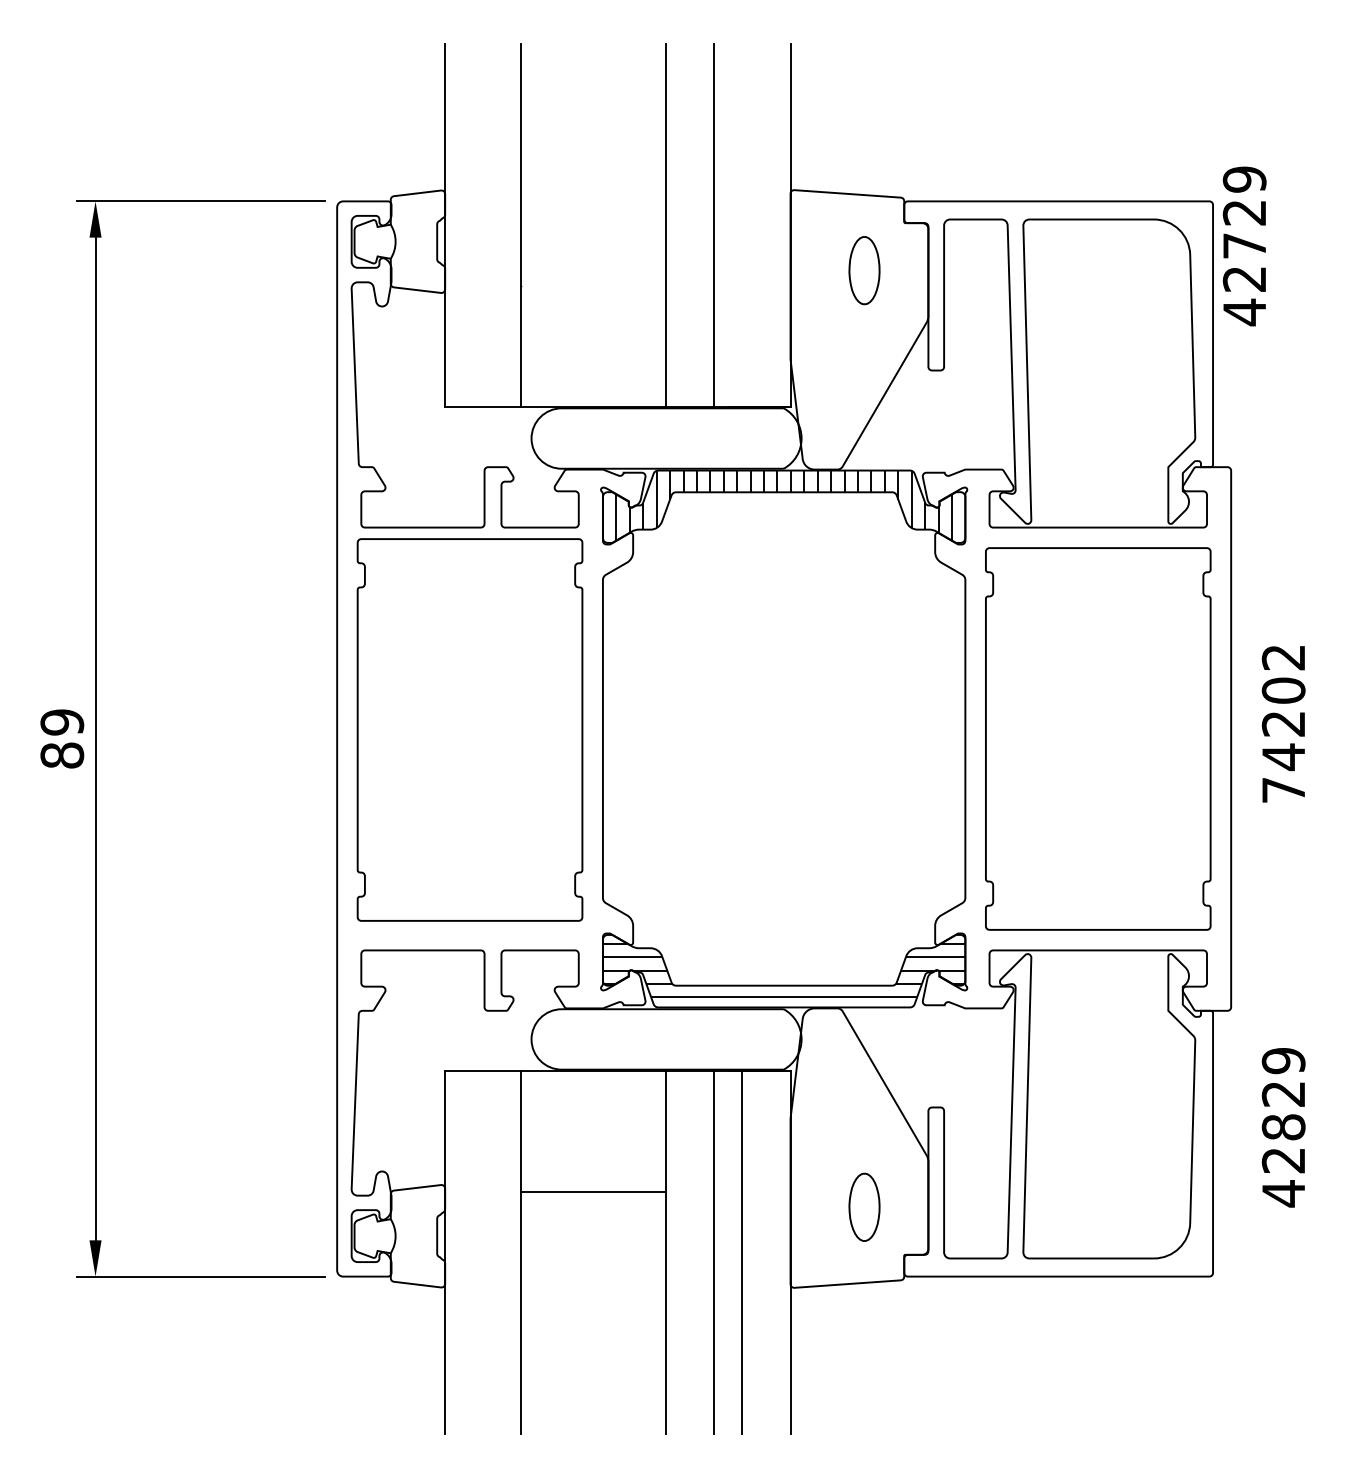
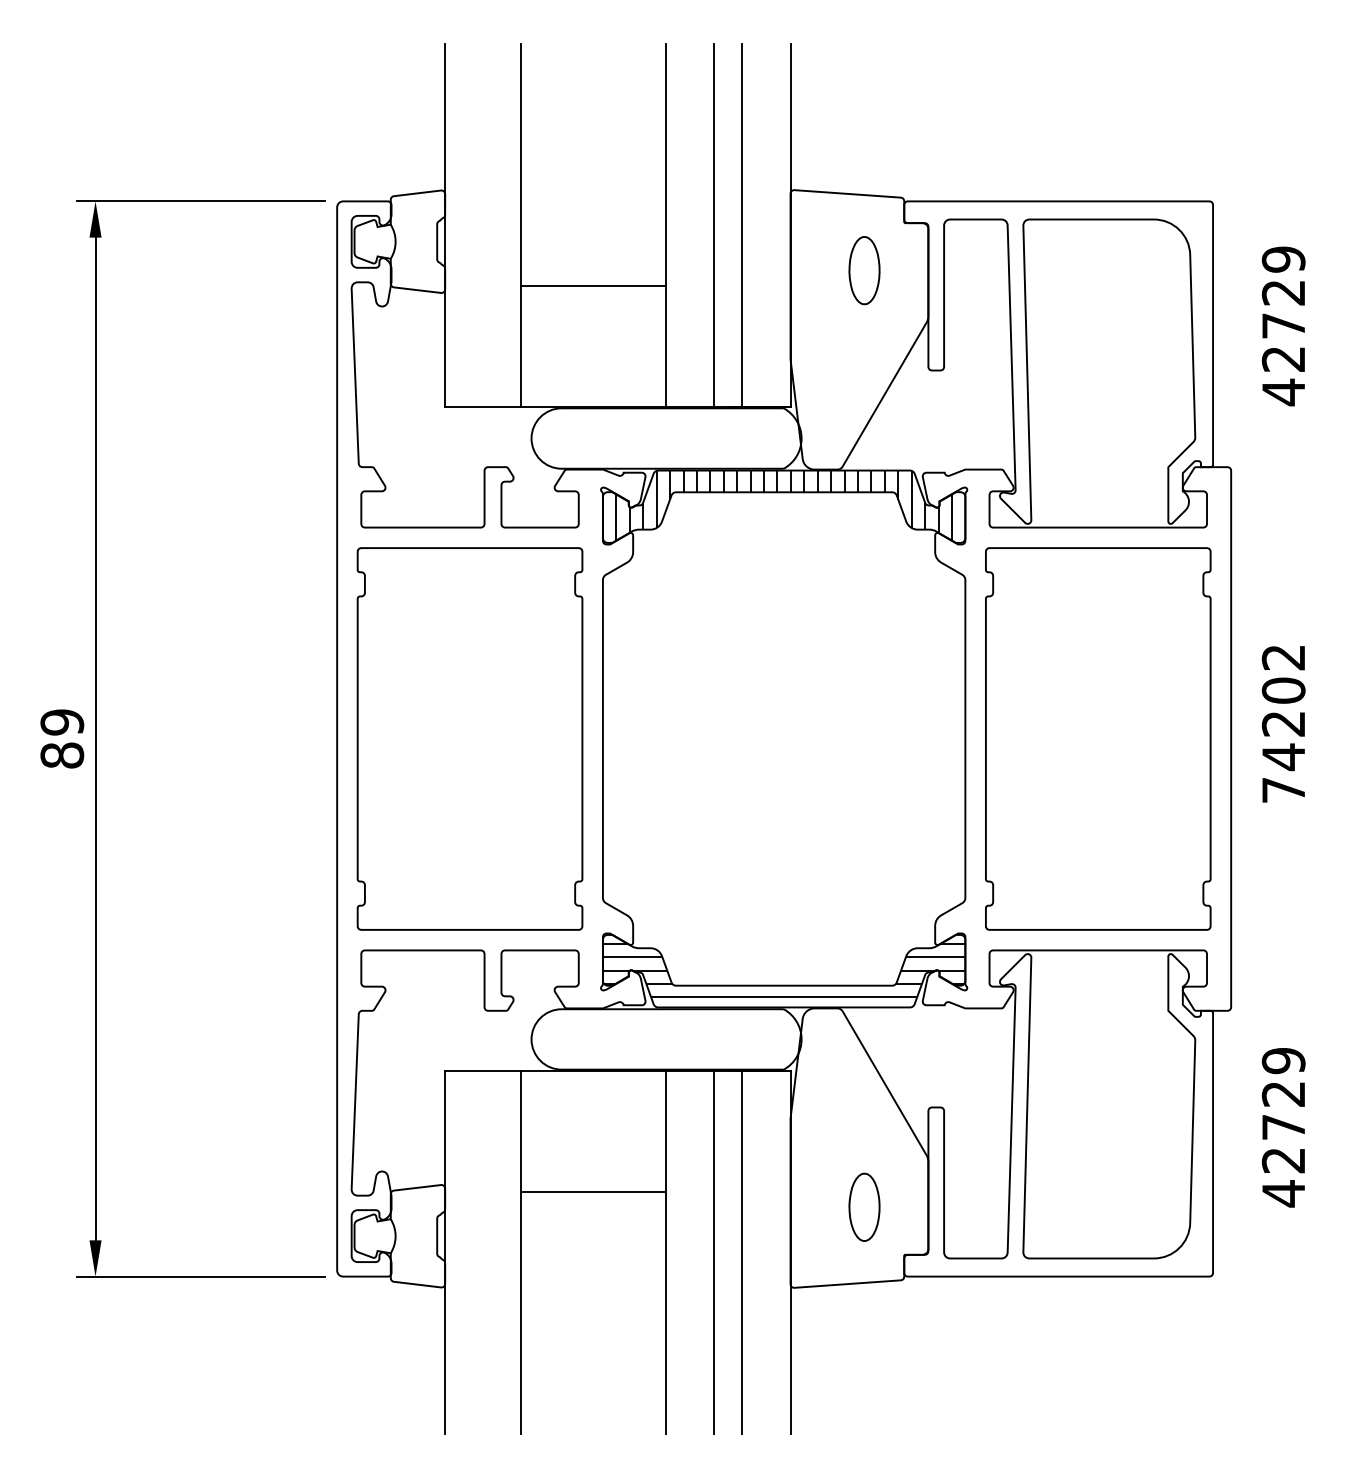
line at (742, 225): none -> present
text at (1244, 246) position: (1244, 246) -> (1283, 326)
line at (593, 285): none -> present
part at (469, 729) position: (469, 729) -> (469, 738)
text at (1283, 1127): 42829 -> 42729
